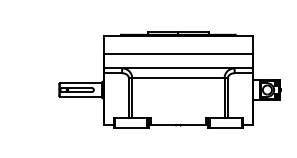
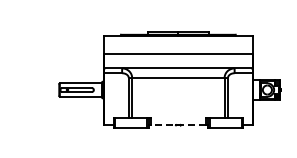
line at (178, 125): solid -> dashed
